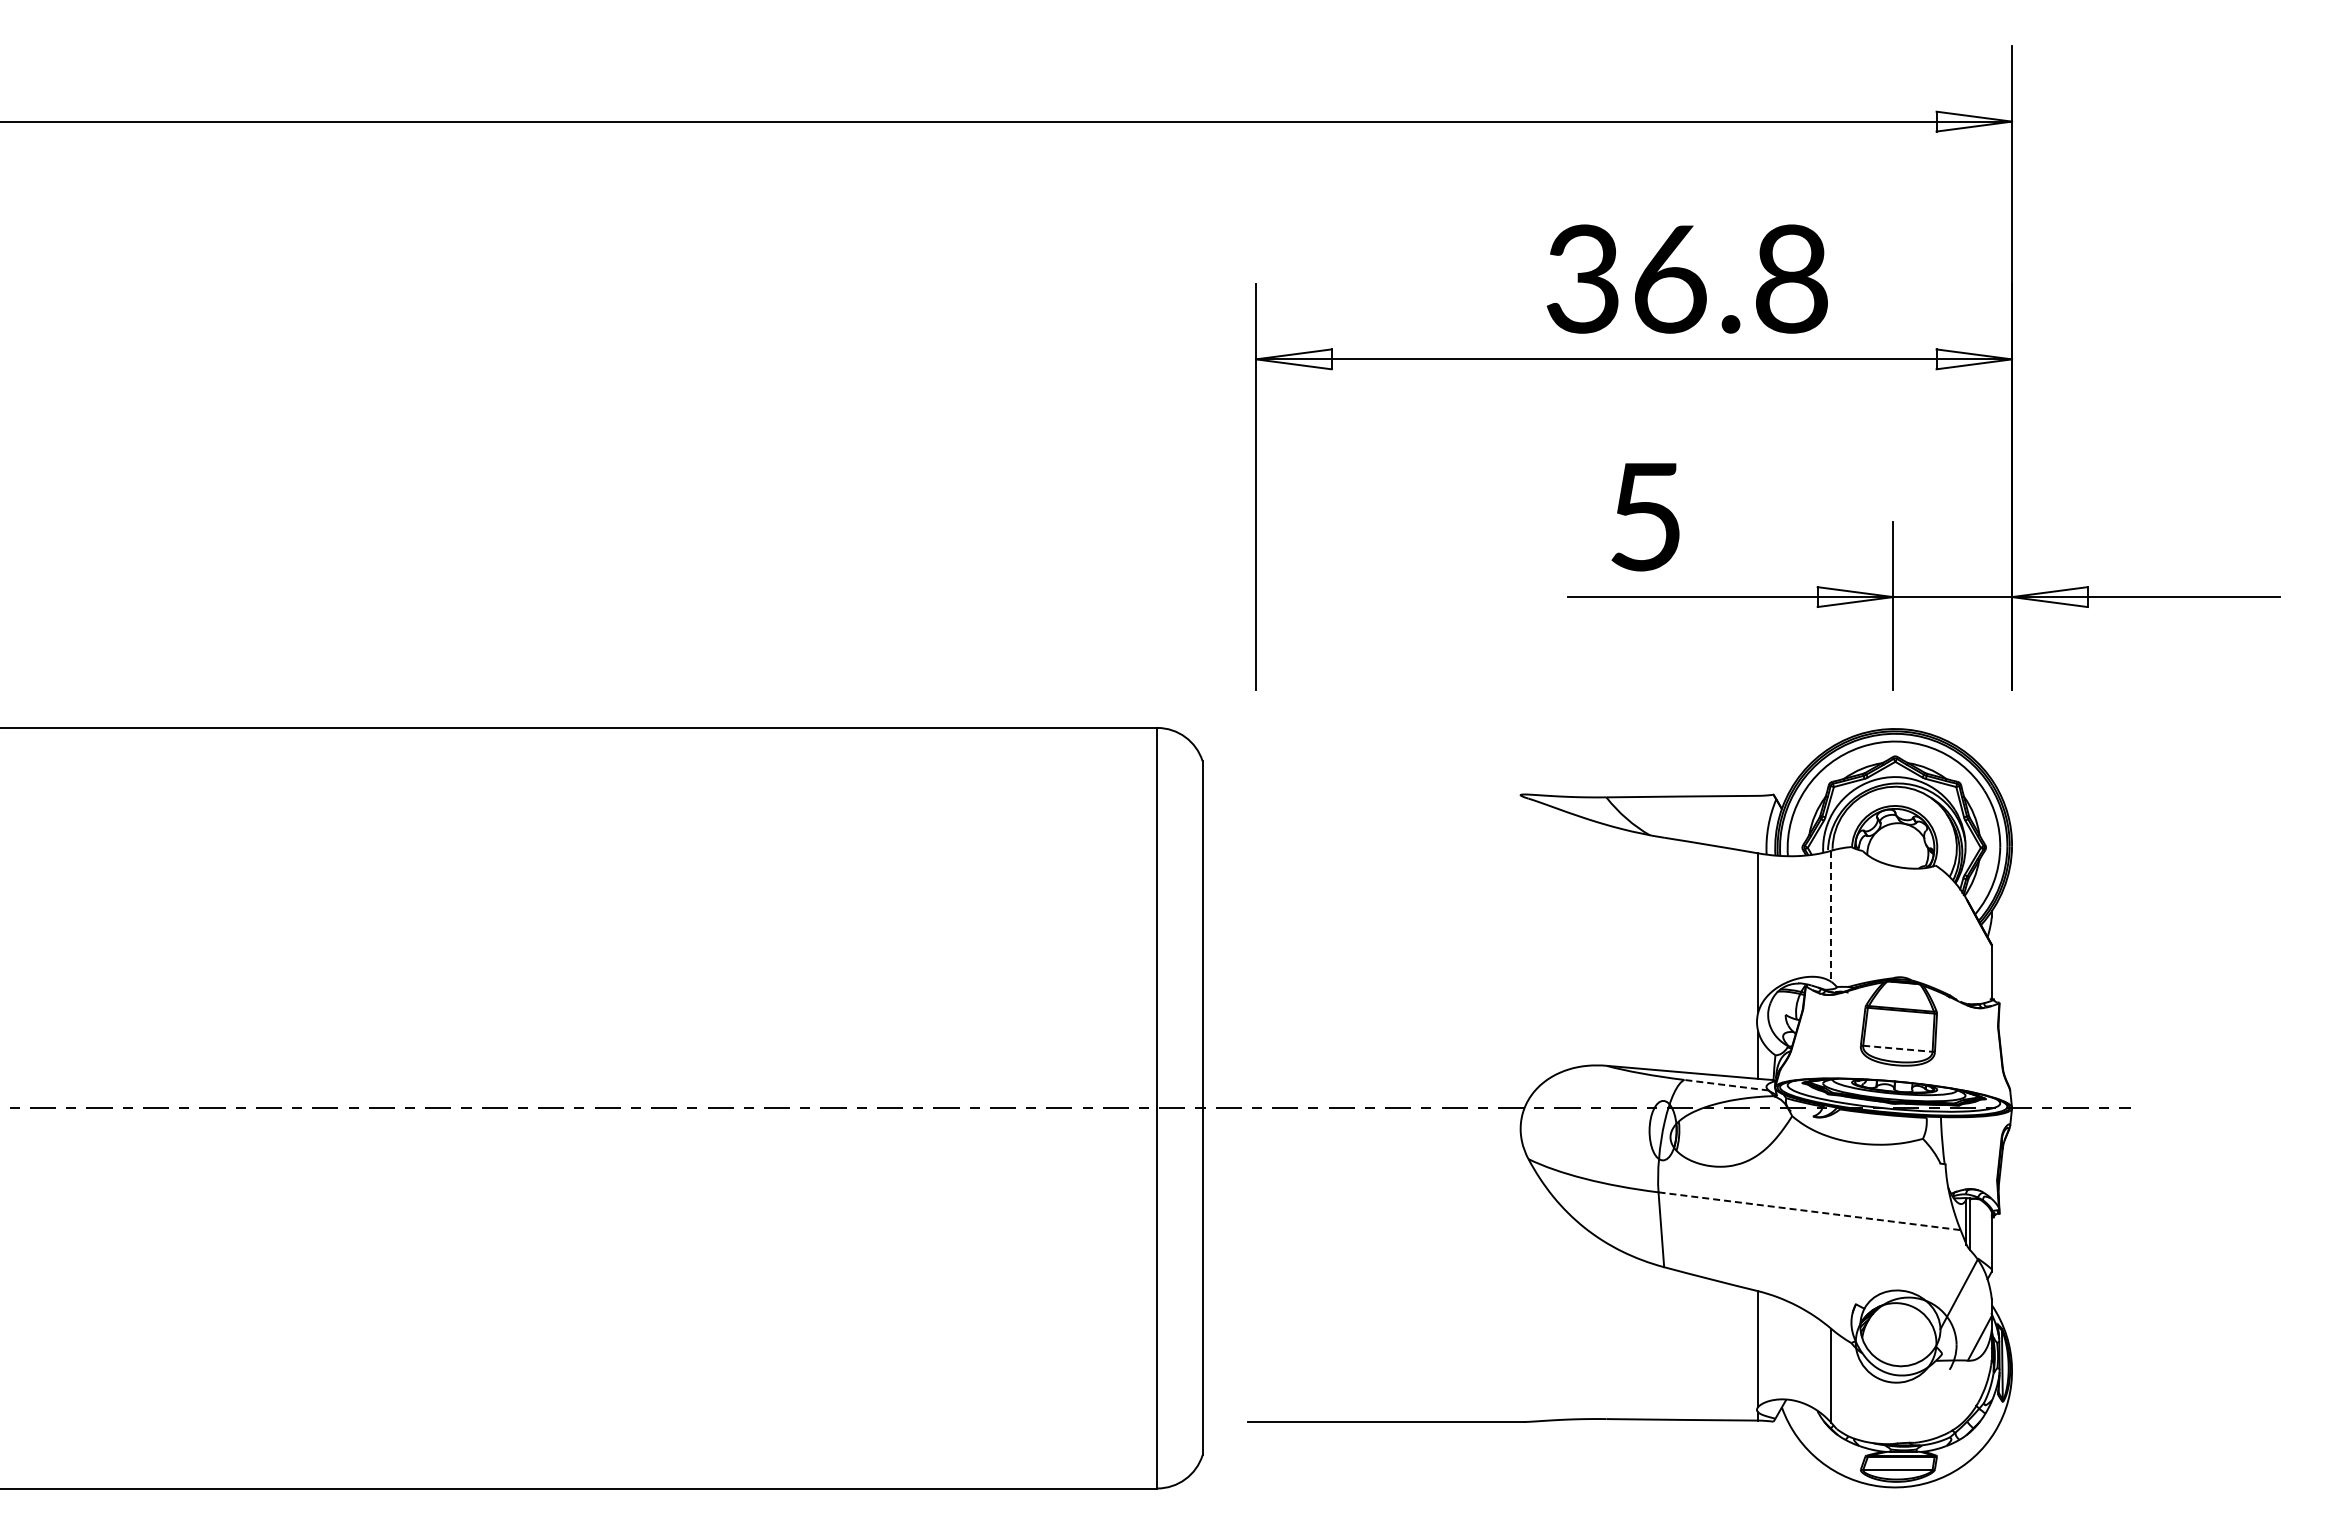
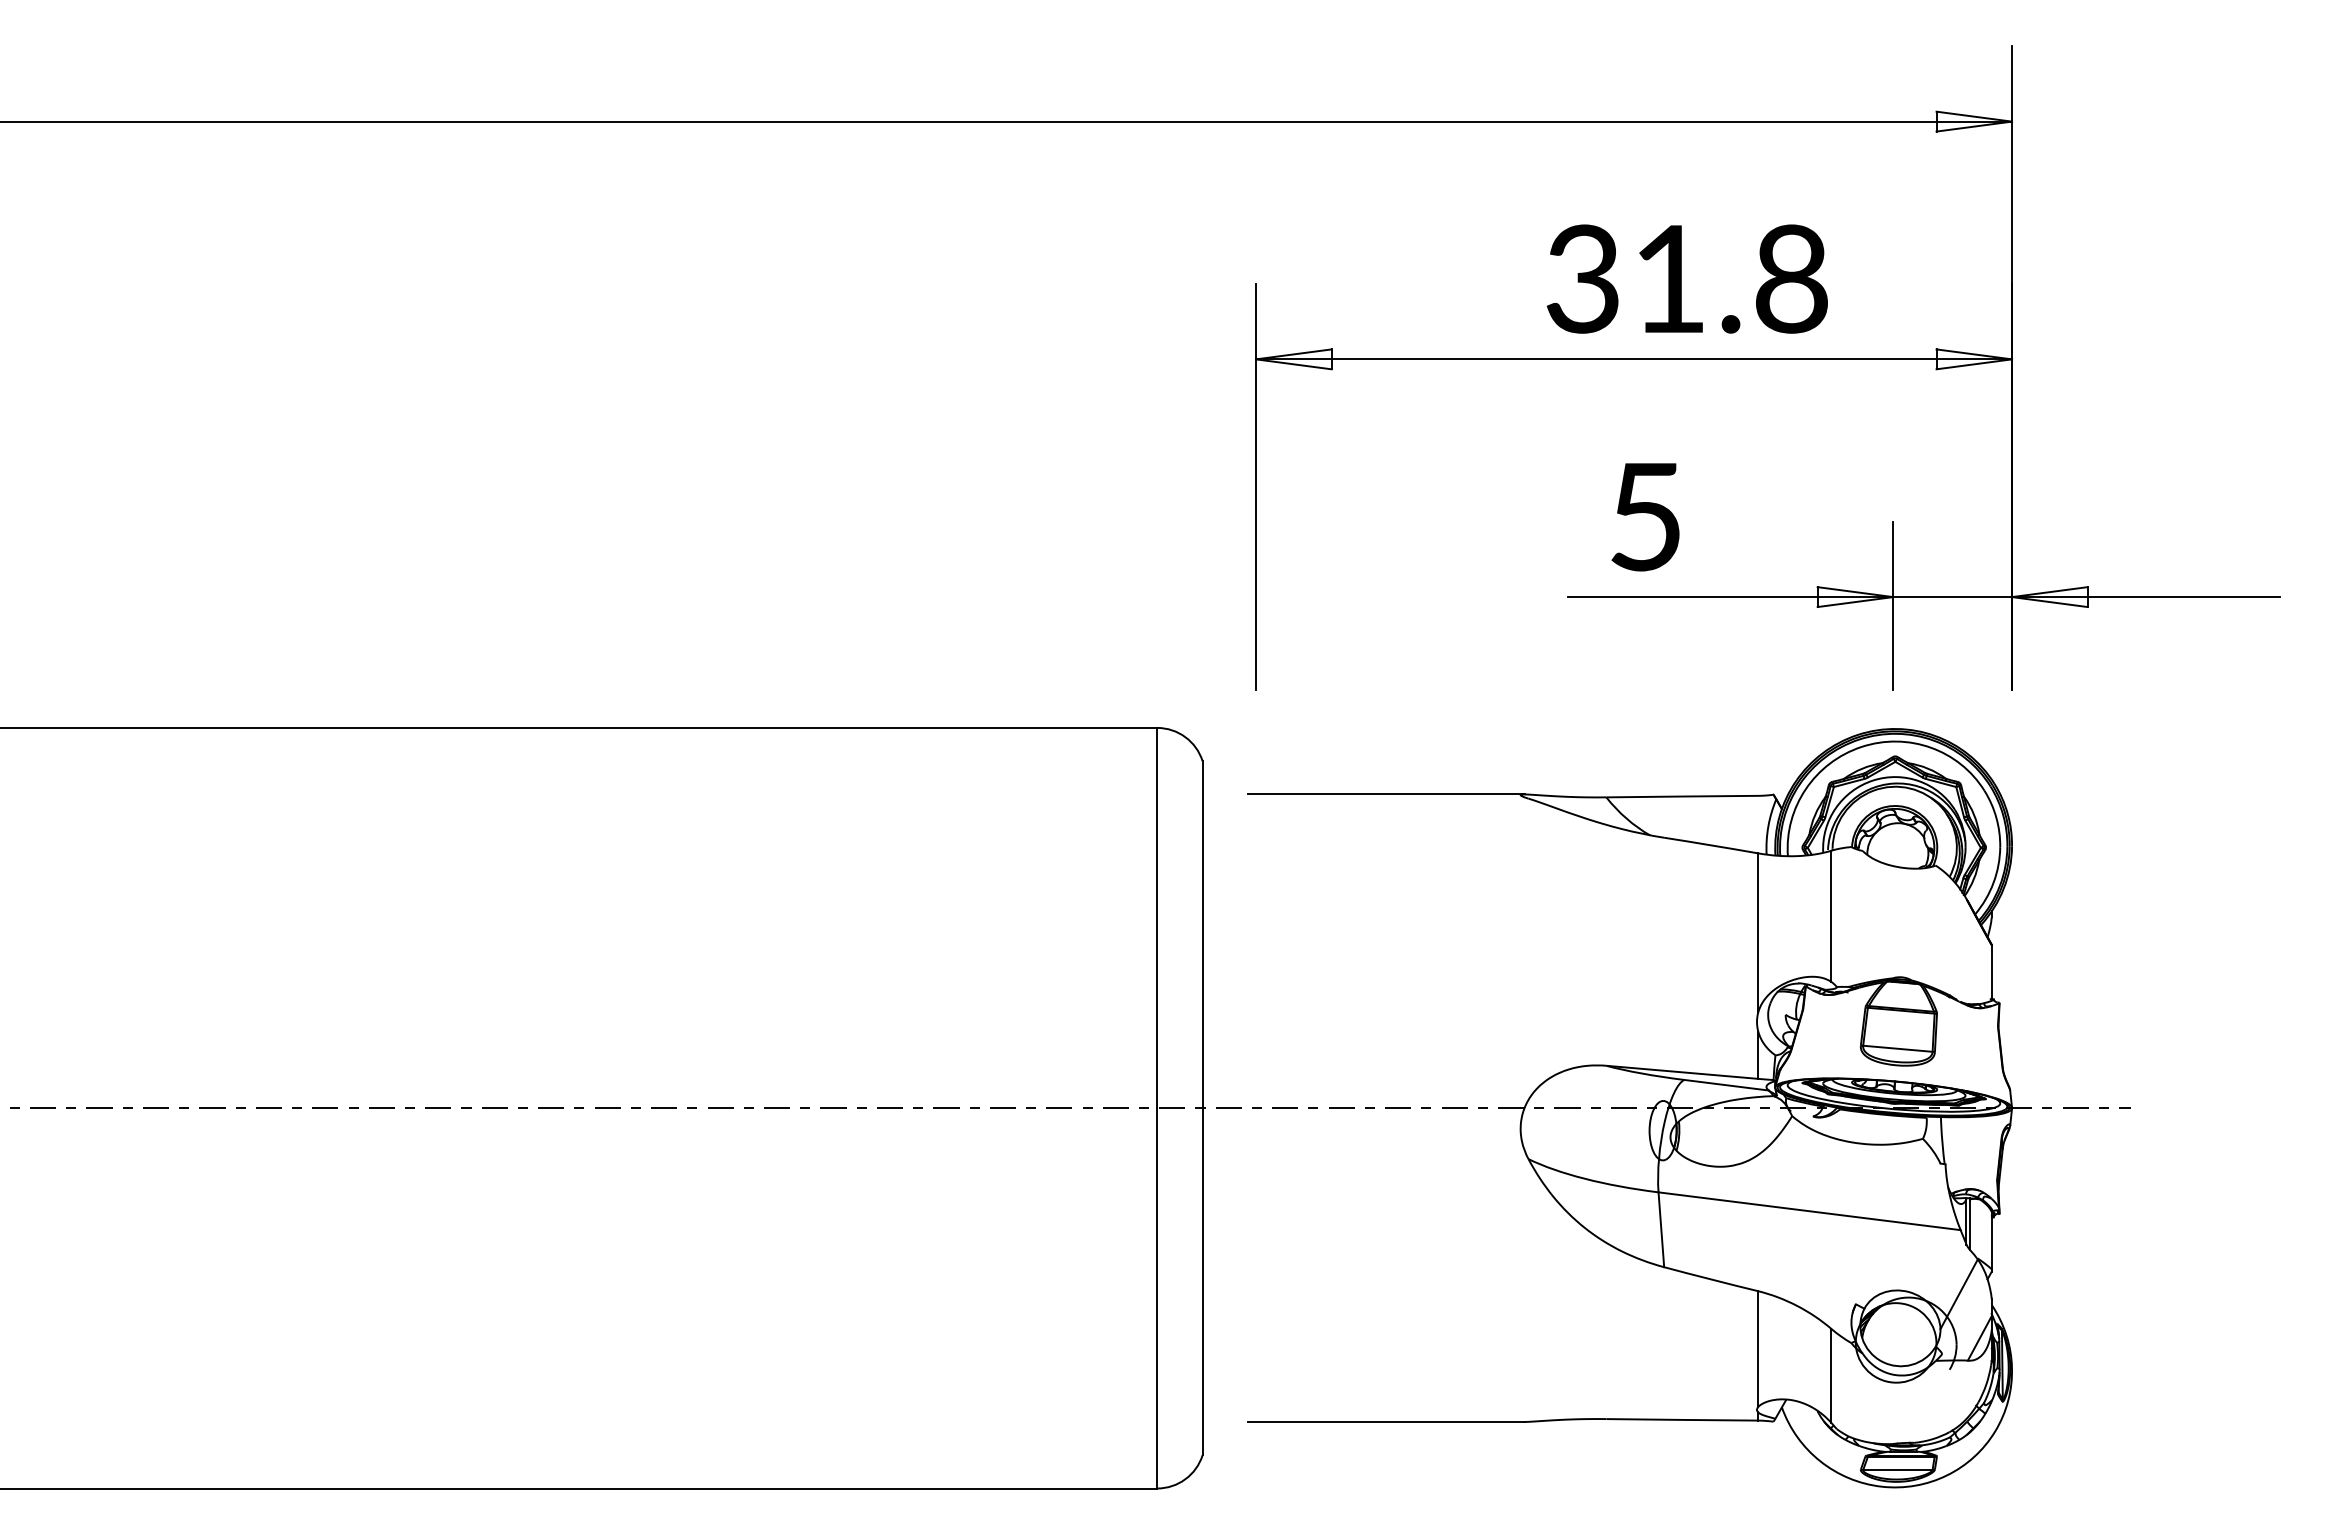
text at (1670, 279): 36.8 -> 31.8
line at (1386, 794): none -> present
line at (1831, 916): dashed -> solid
line at (1897, 1048): dashed -> solid
line at (1726, 1085): dashed -> solid
line at (1810, 1211): dashed -> solid
